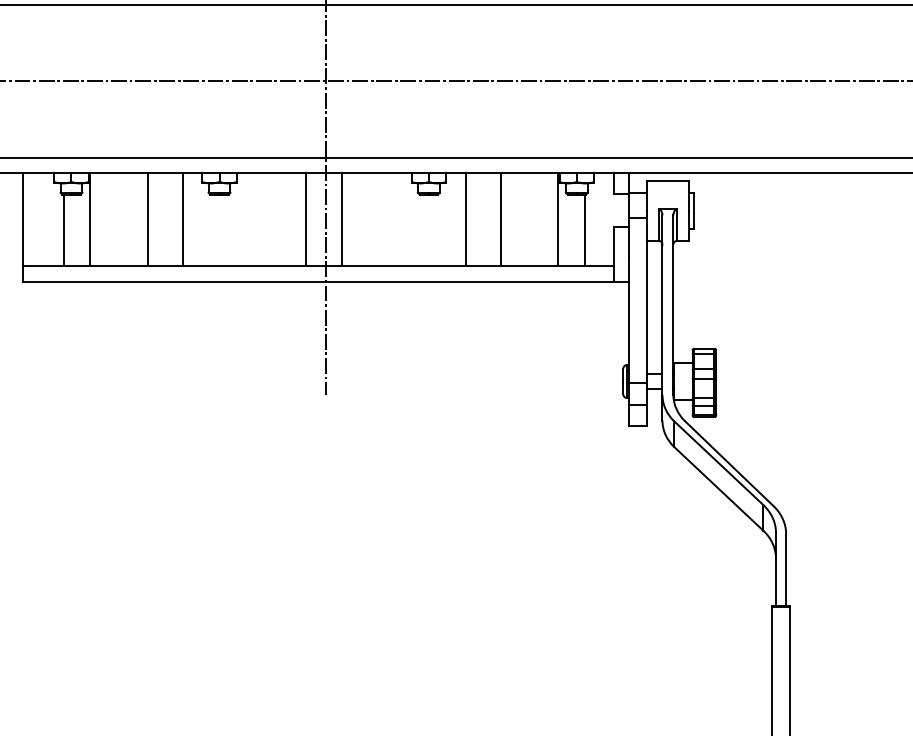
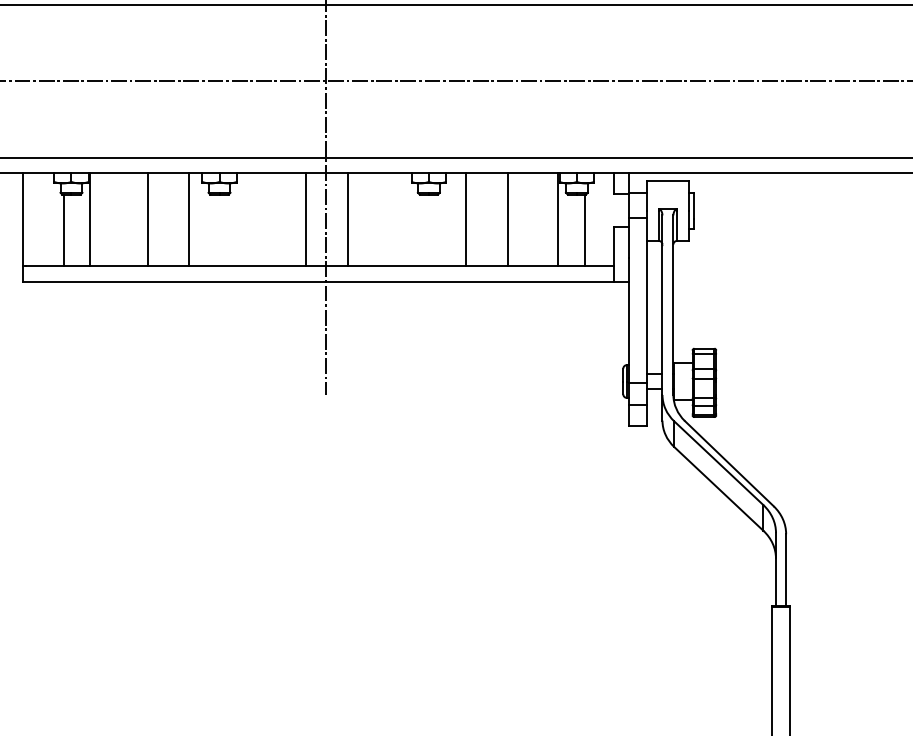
line at (182, 218) position: (182, 218) -> (188, 218)
line at (342, 218) position: (342, 218) -> (348, 218)
line at (500, 218) position: (500, 218) -> (507, 218)
